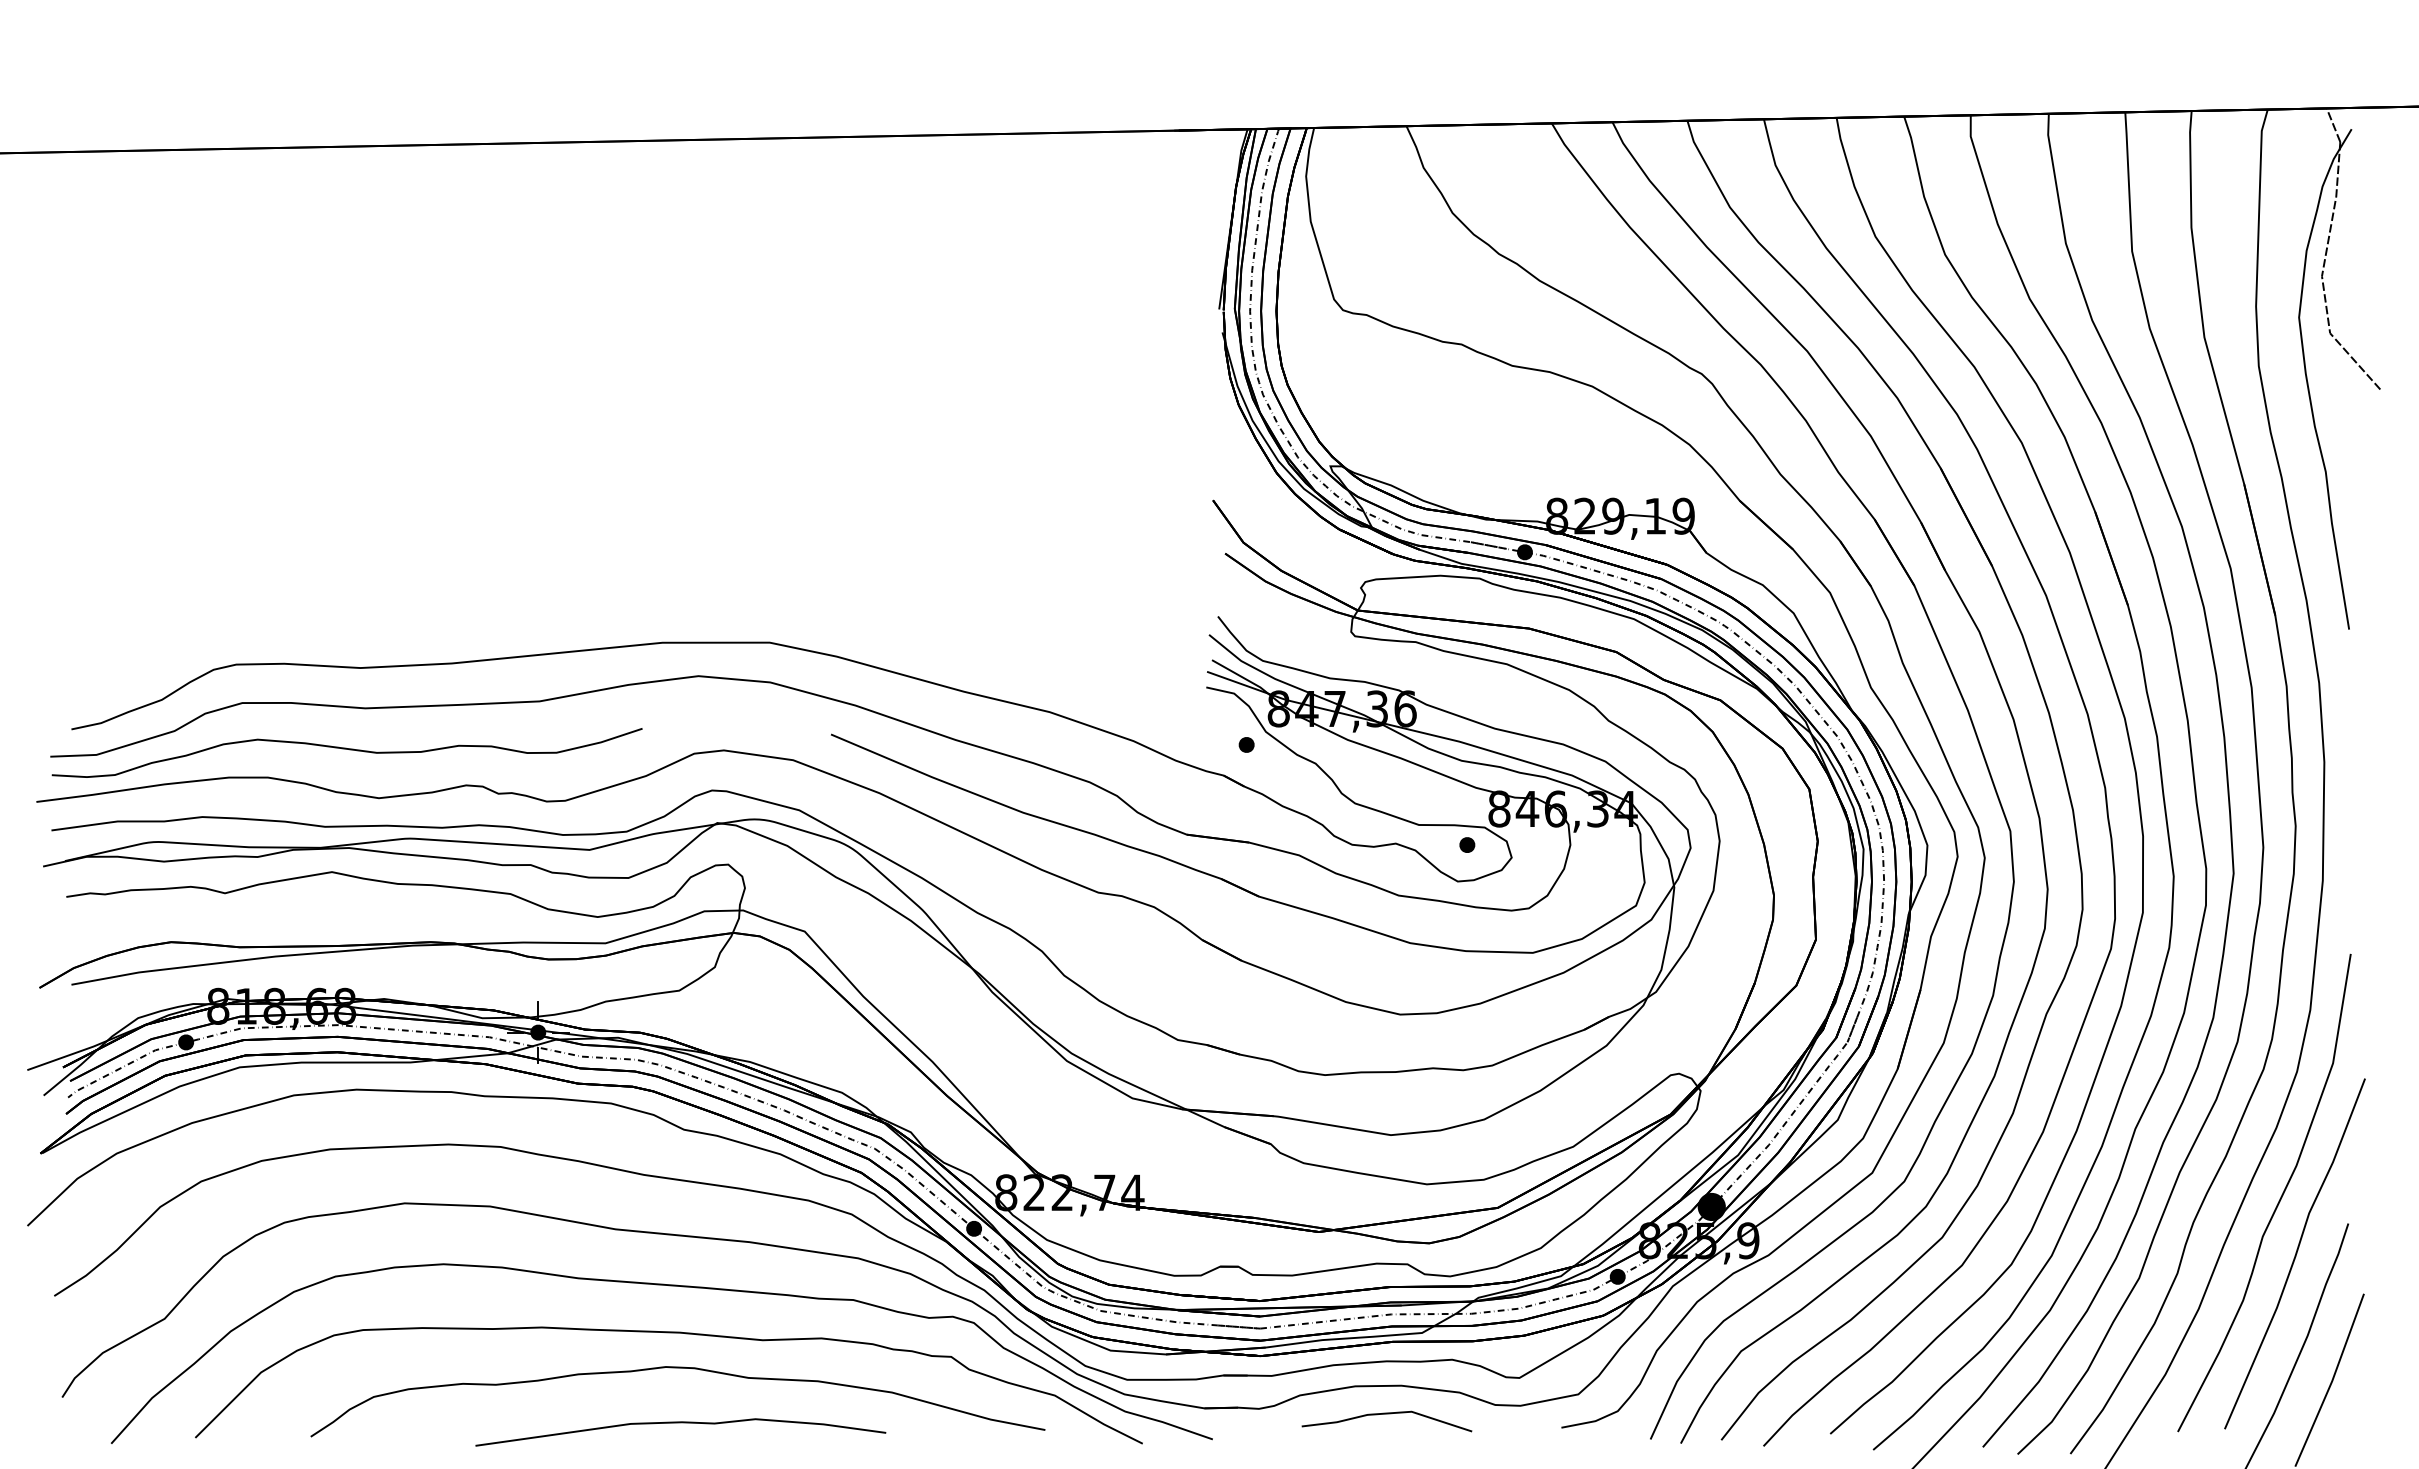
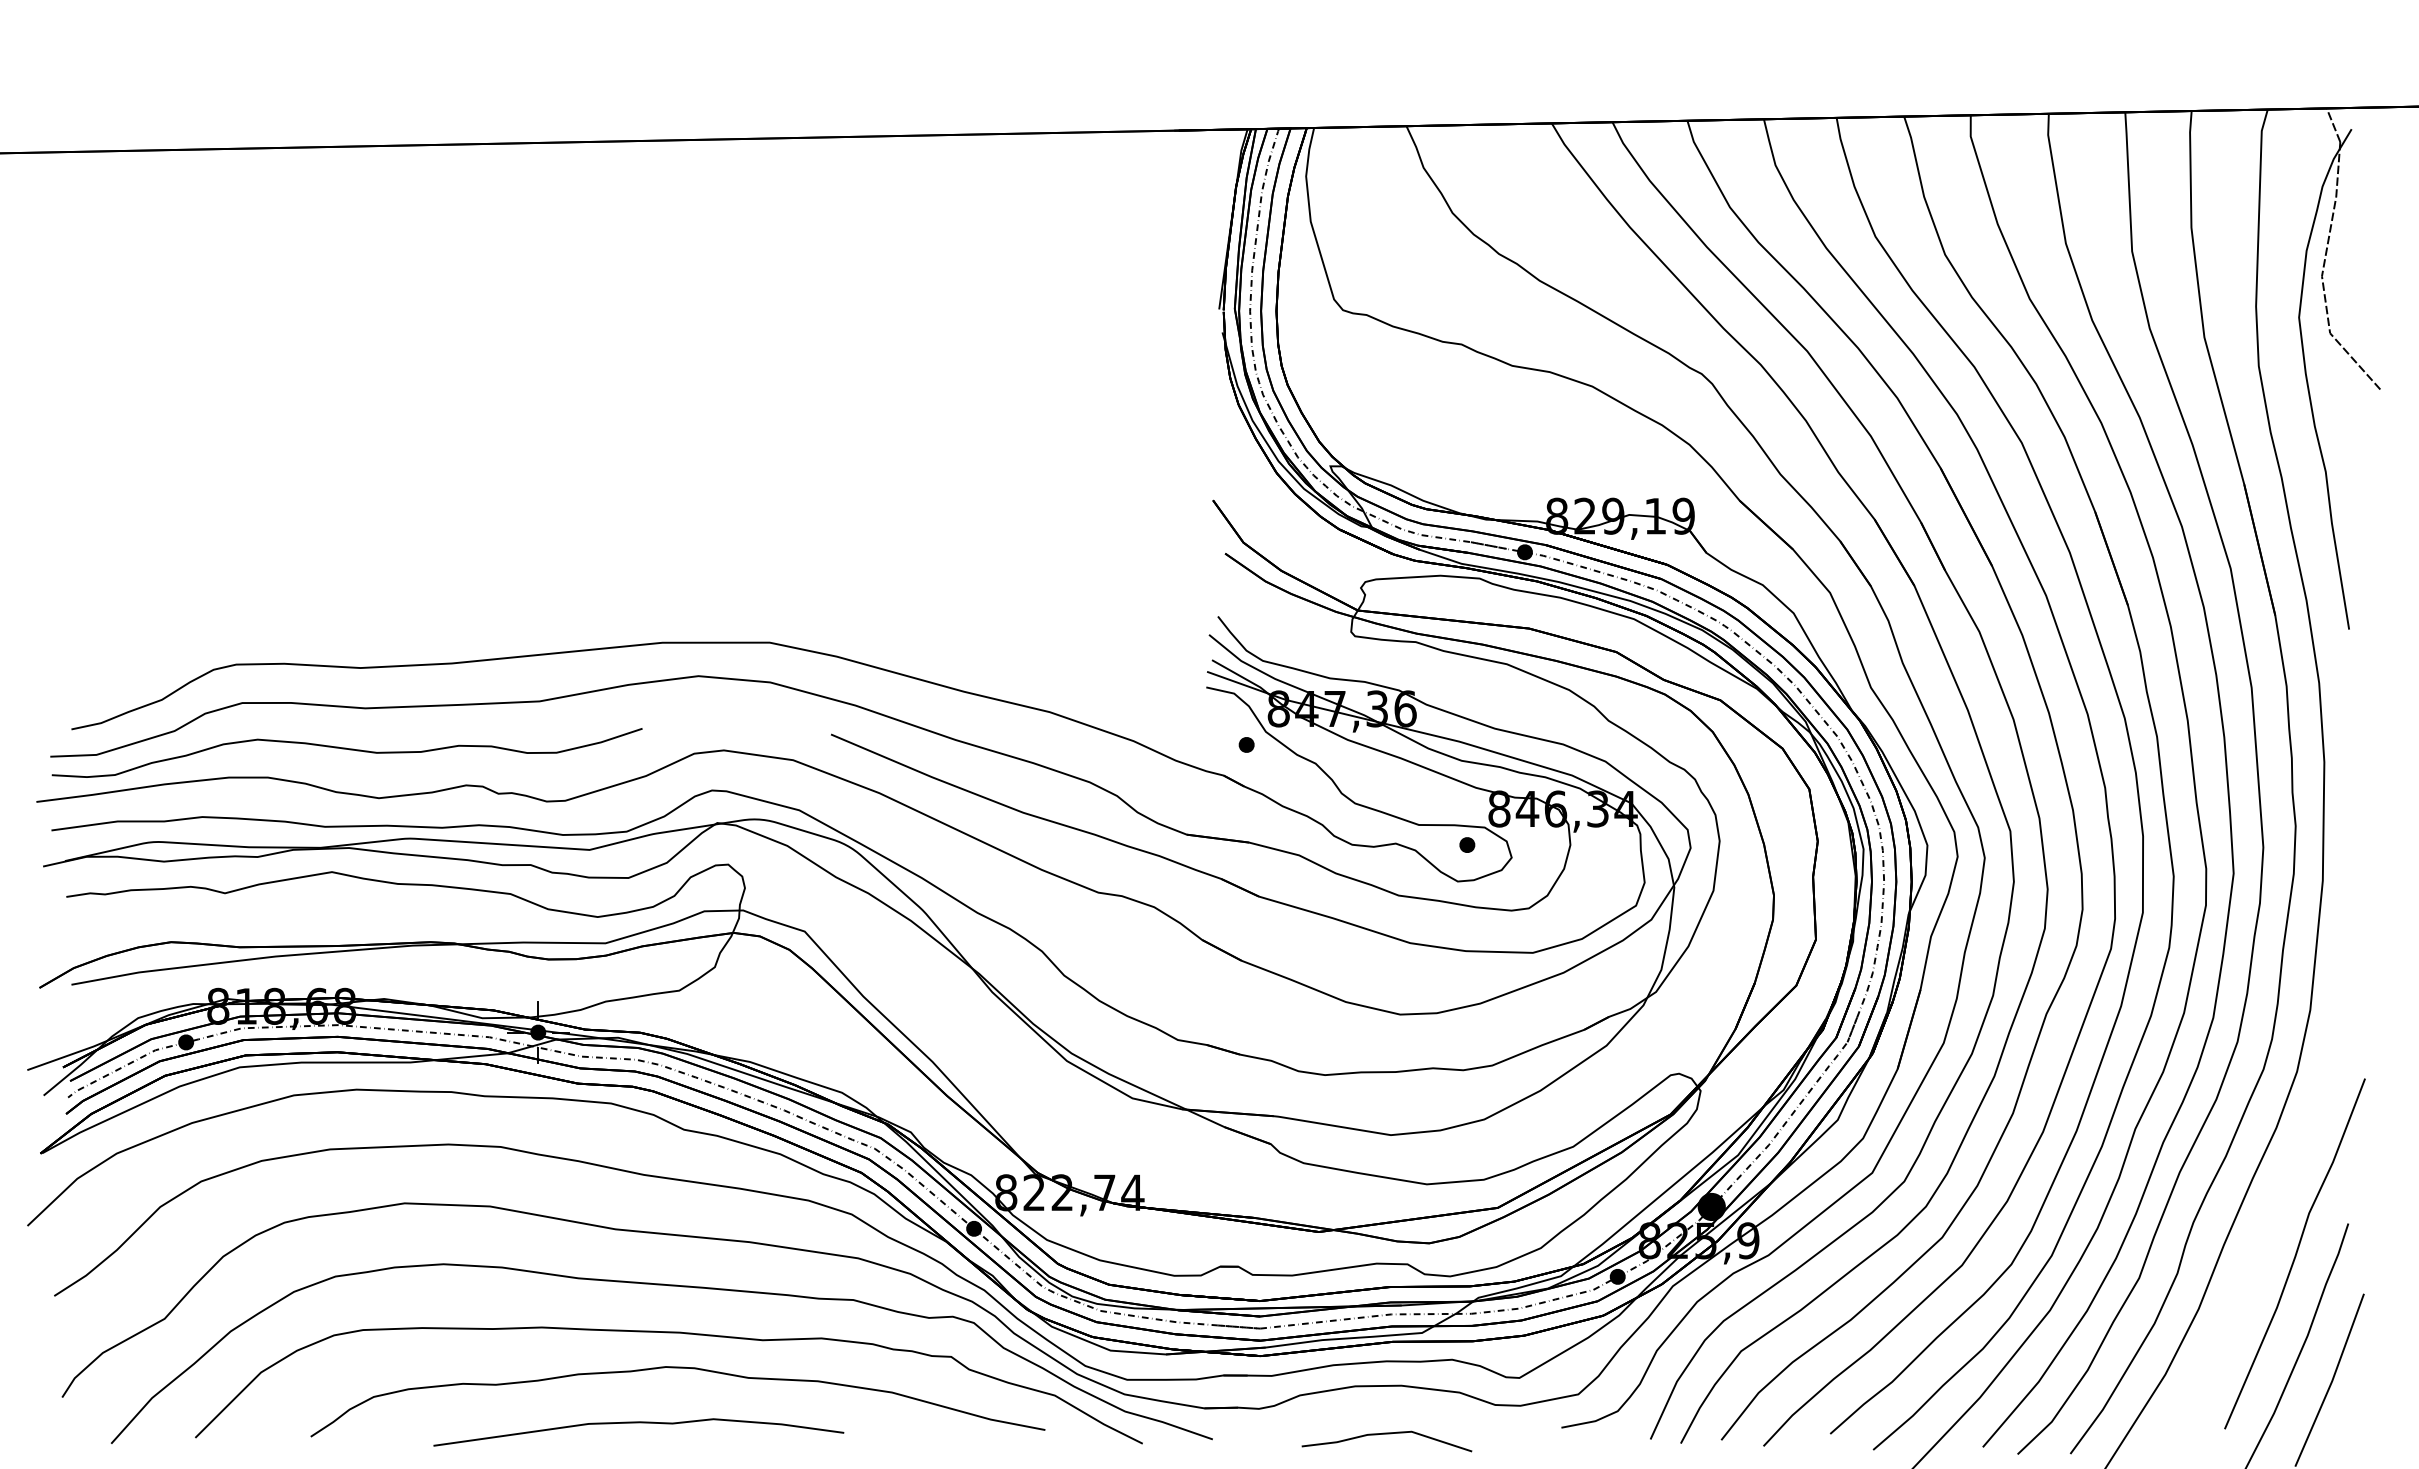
curve at (2279, 1198): present -> none
line at (1386, 1414) position: (1386, 1414) -> (1386, 1434)
curve at (680, 1423) position: (680, 1423) -> (638, 1423)
